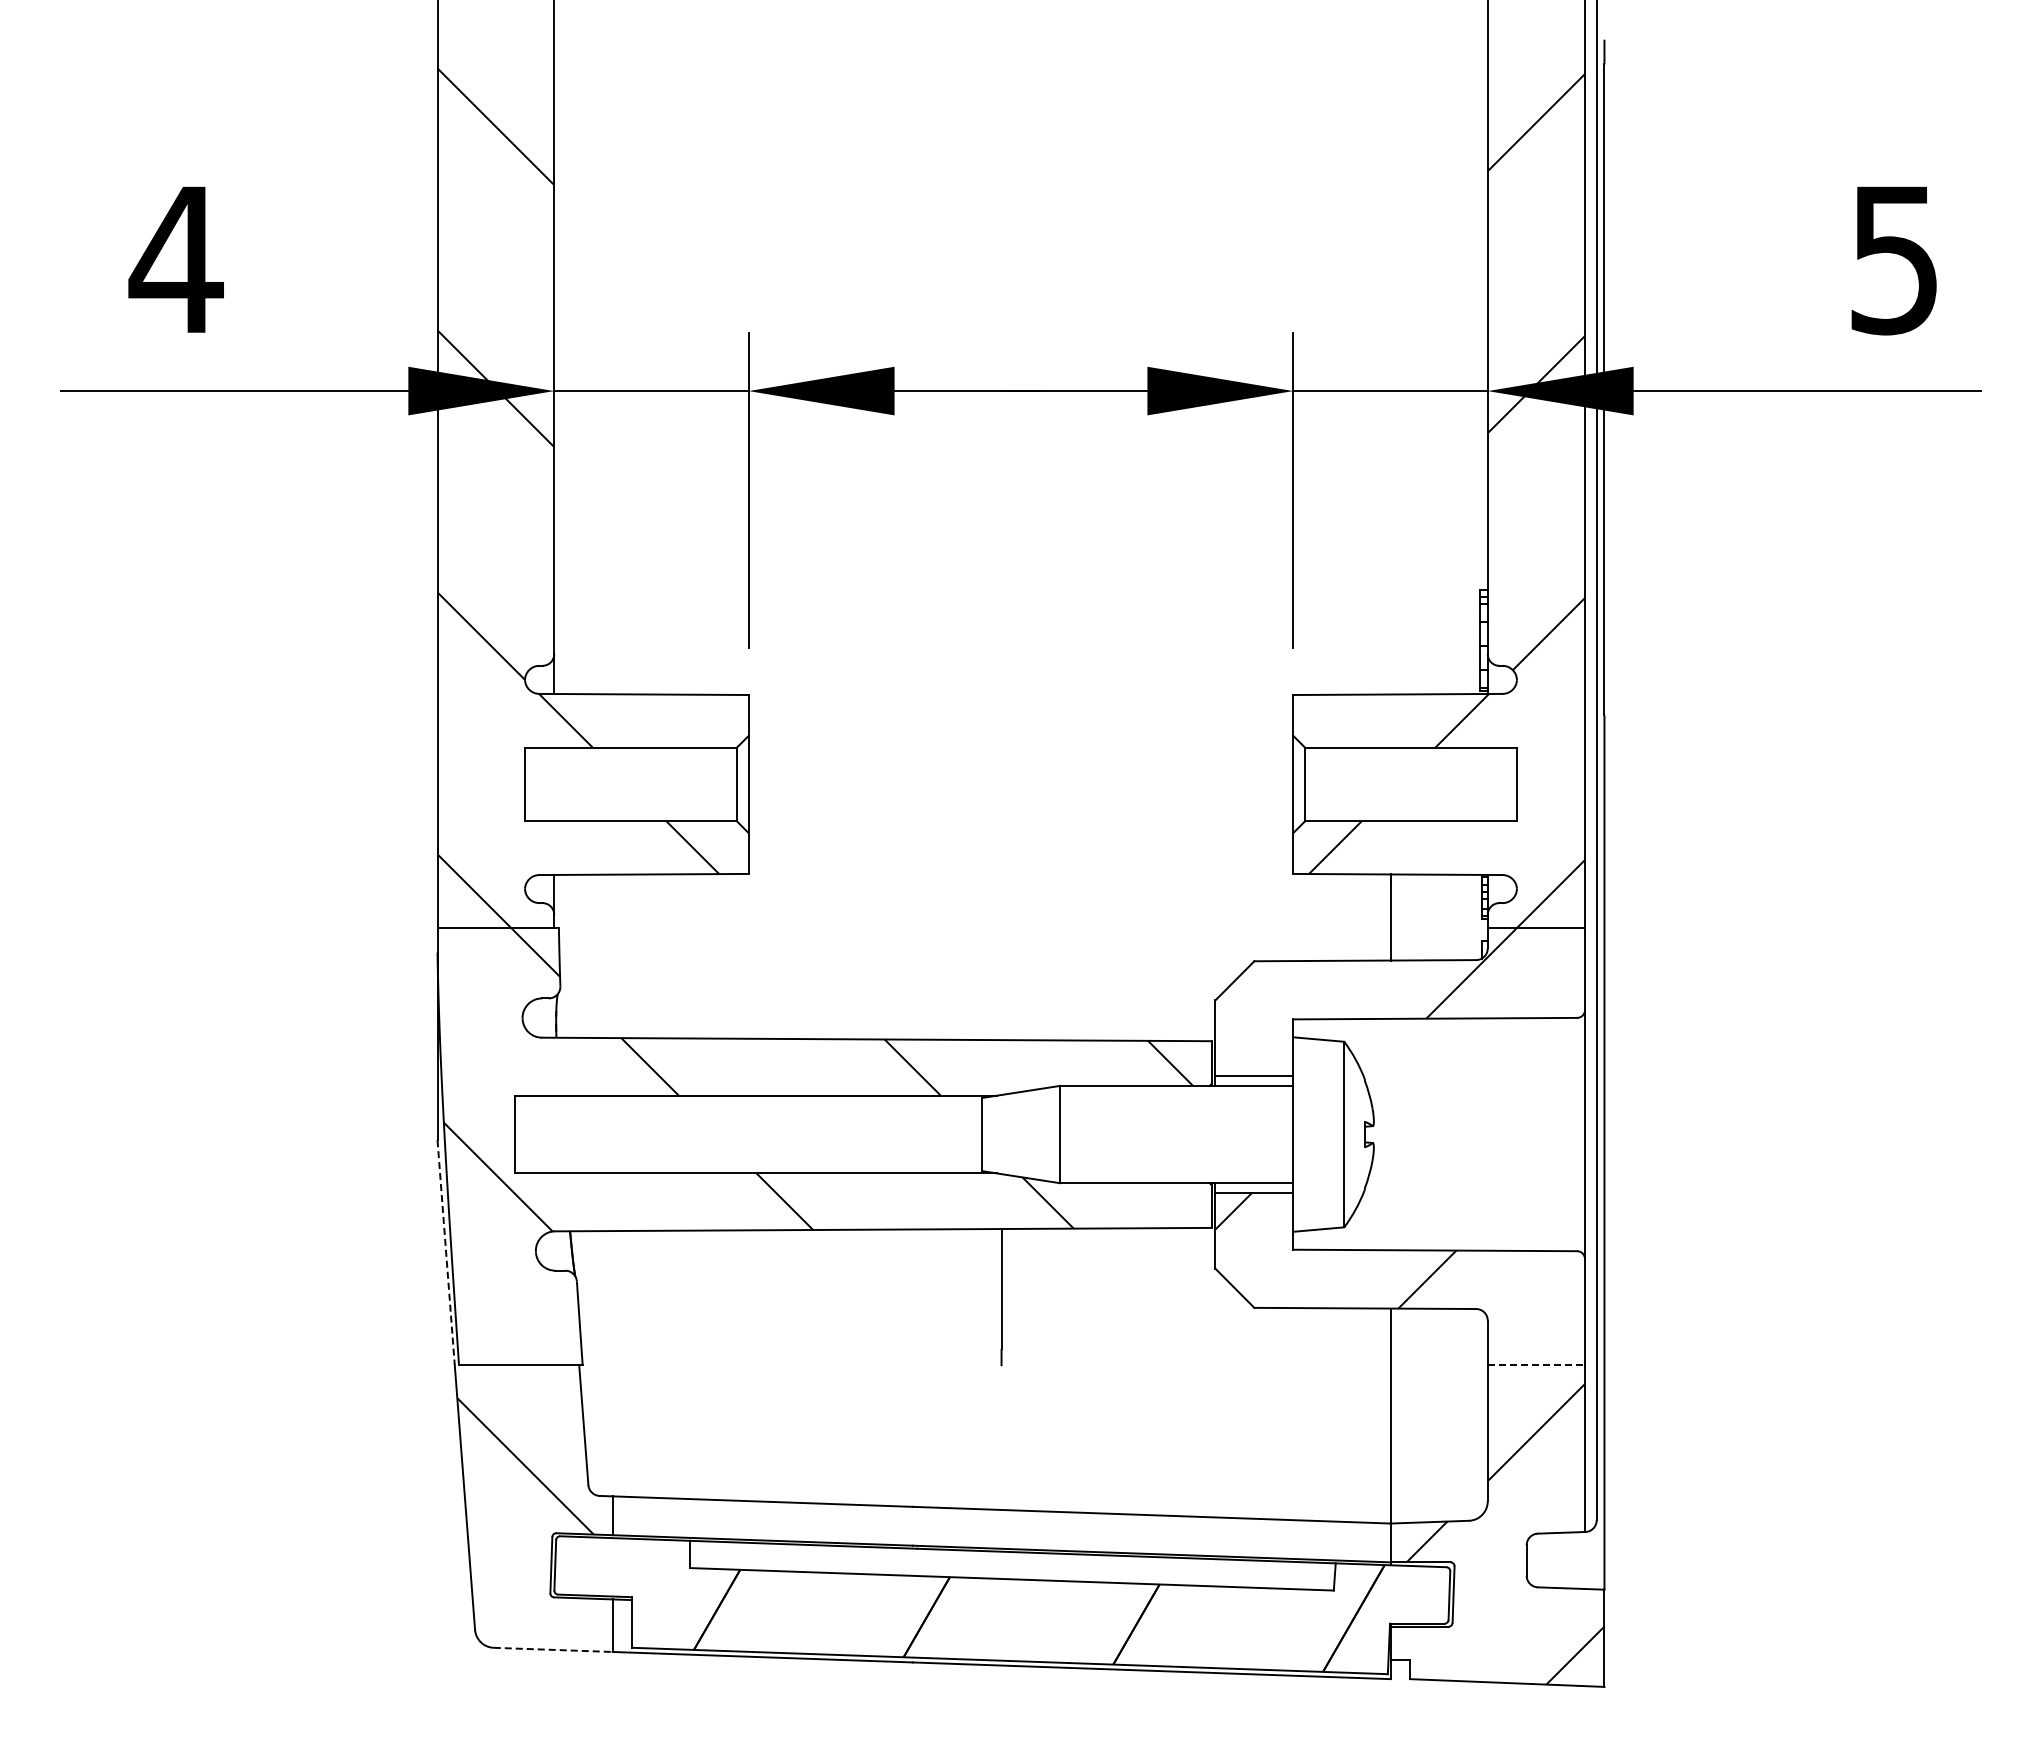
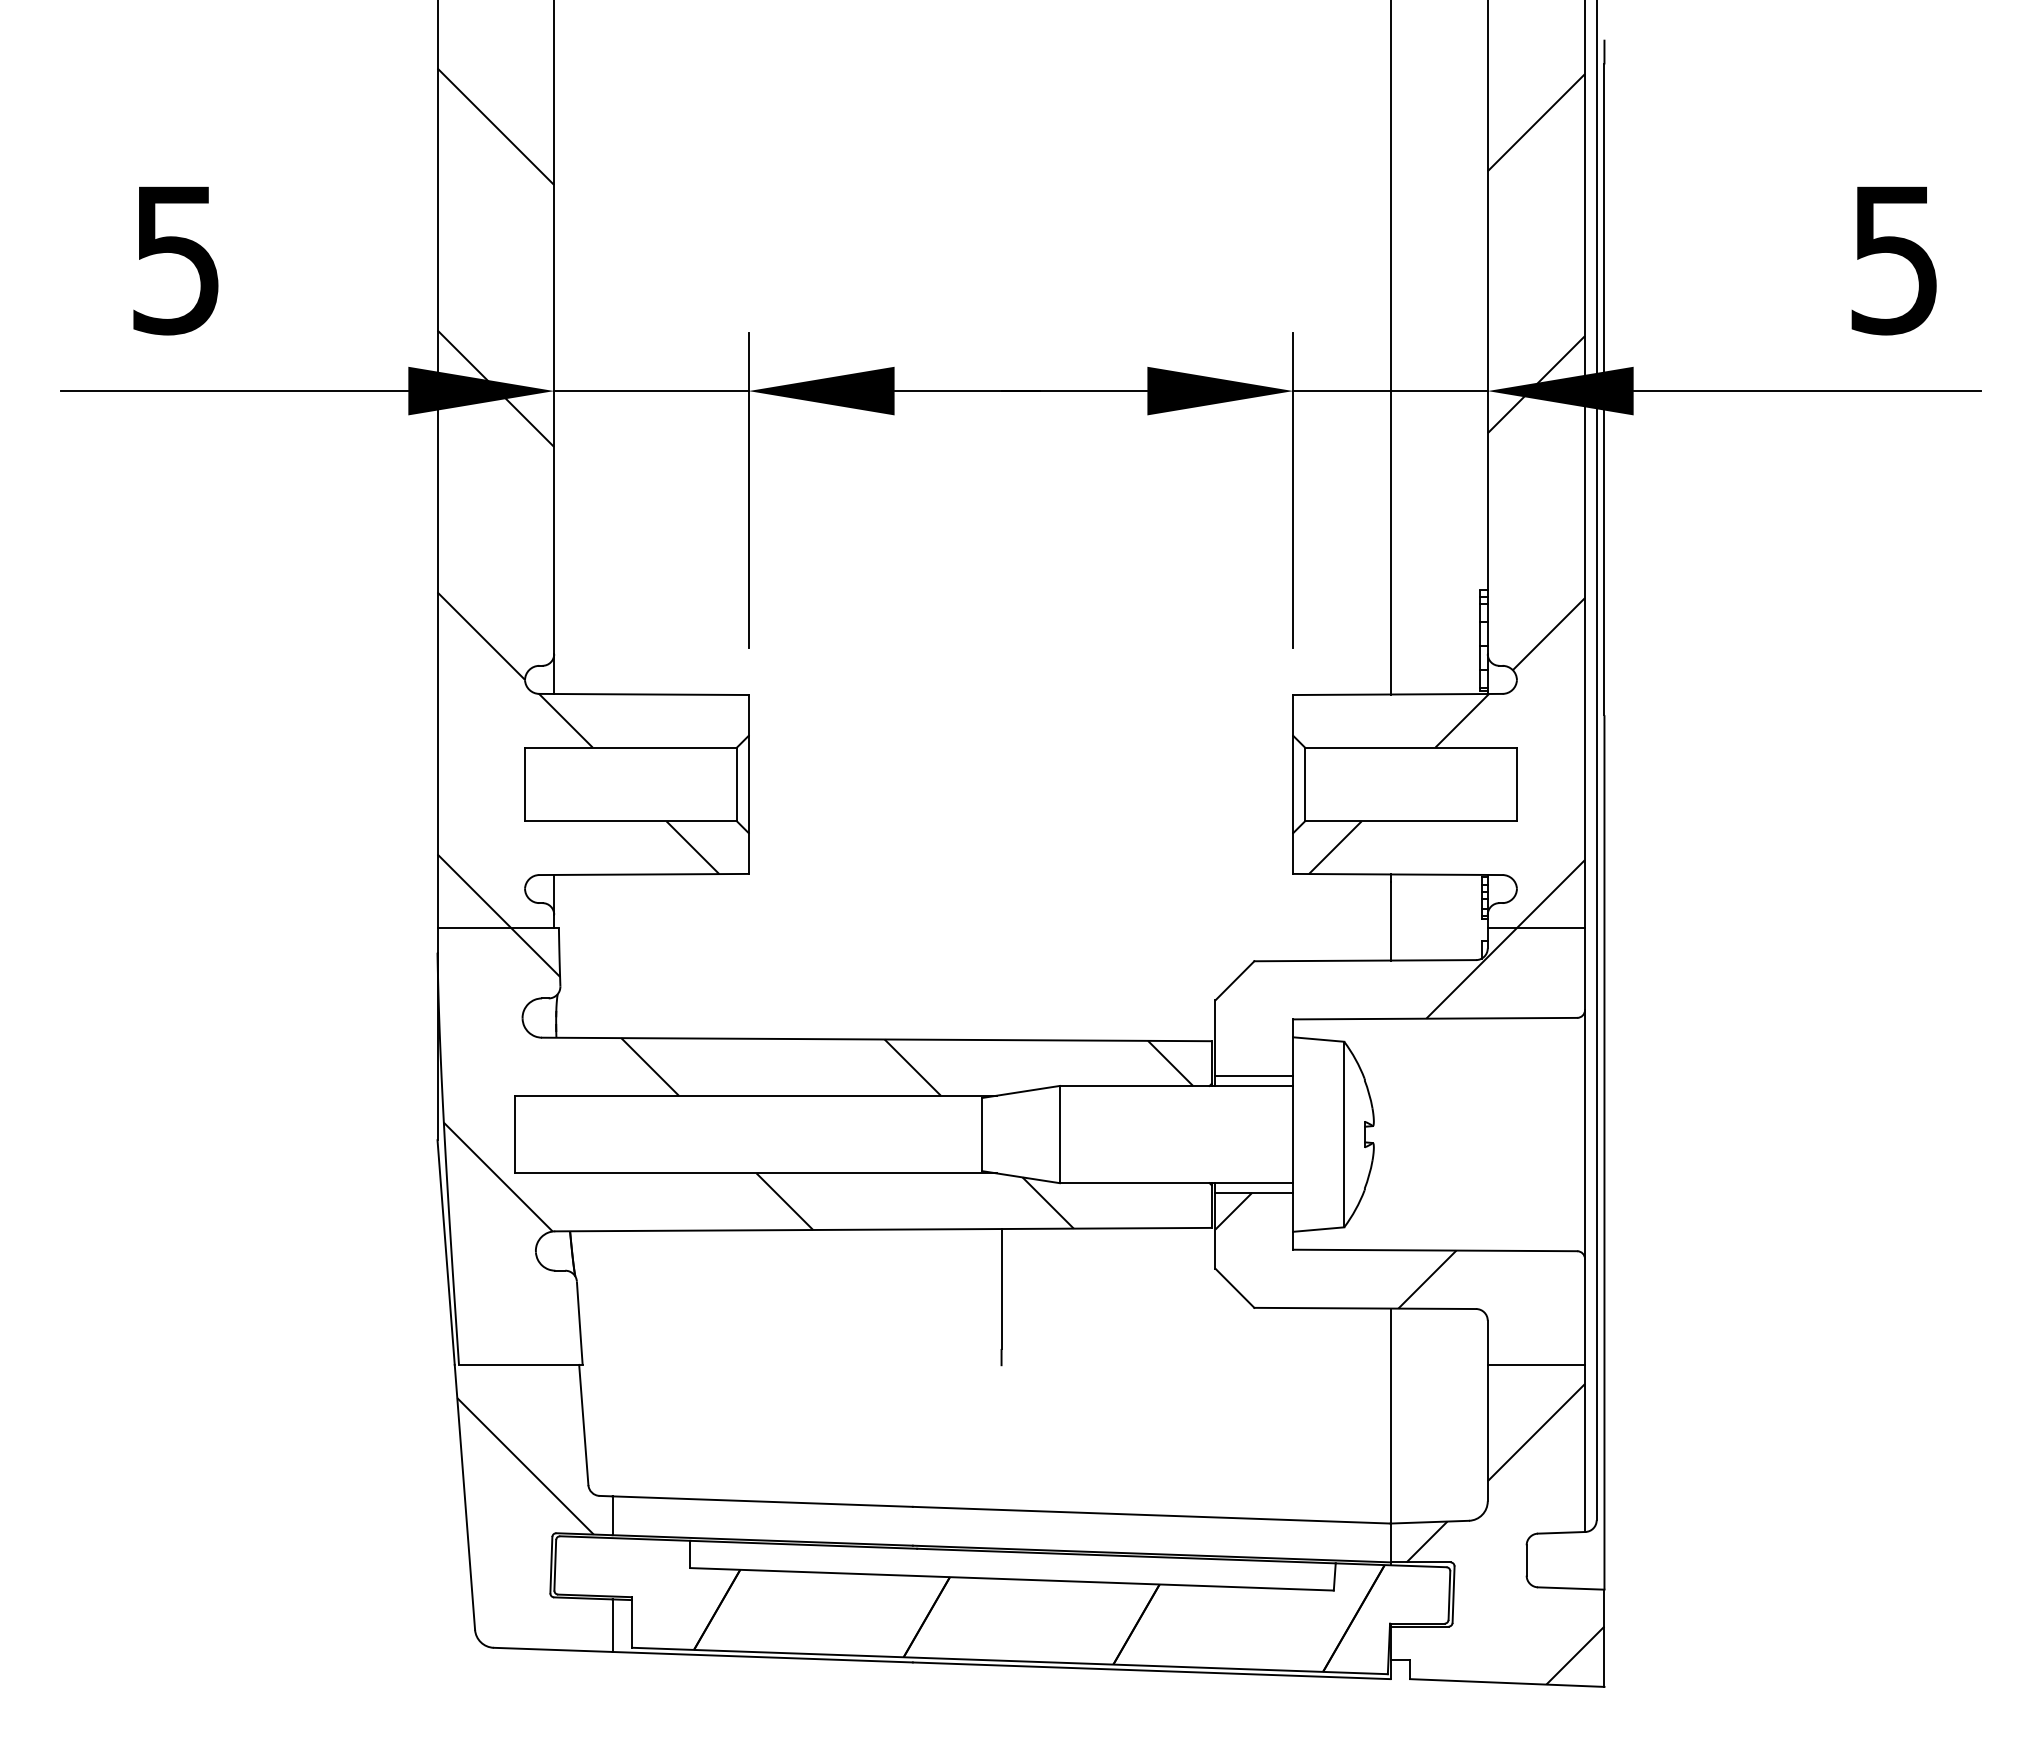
text at (175, 260): 4 -> 5
line at (1390, 348): none -> present
line at (446, 1252): dashed -> solid
line at (1536, 1364): dashed -> solid
line at (553, 1649): dashed -> solid
